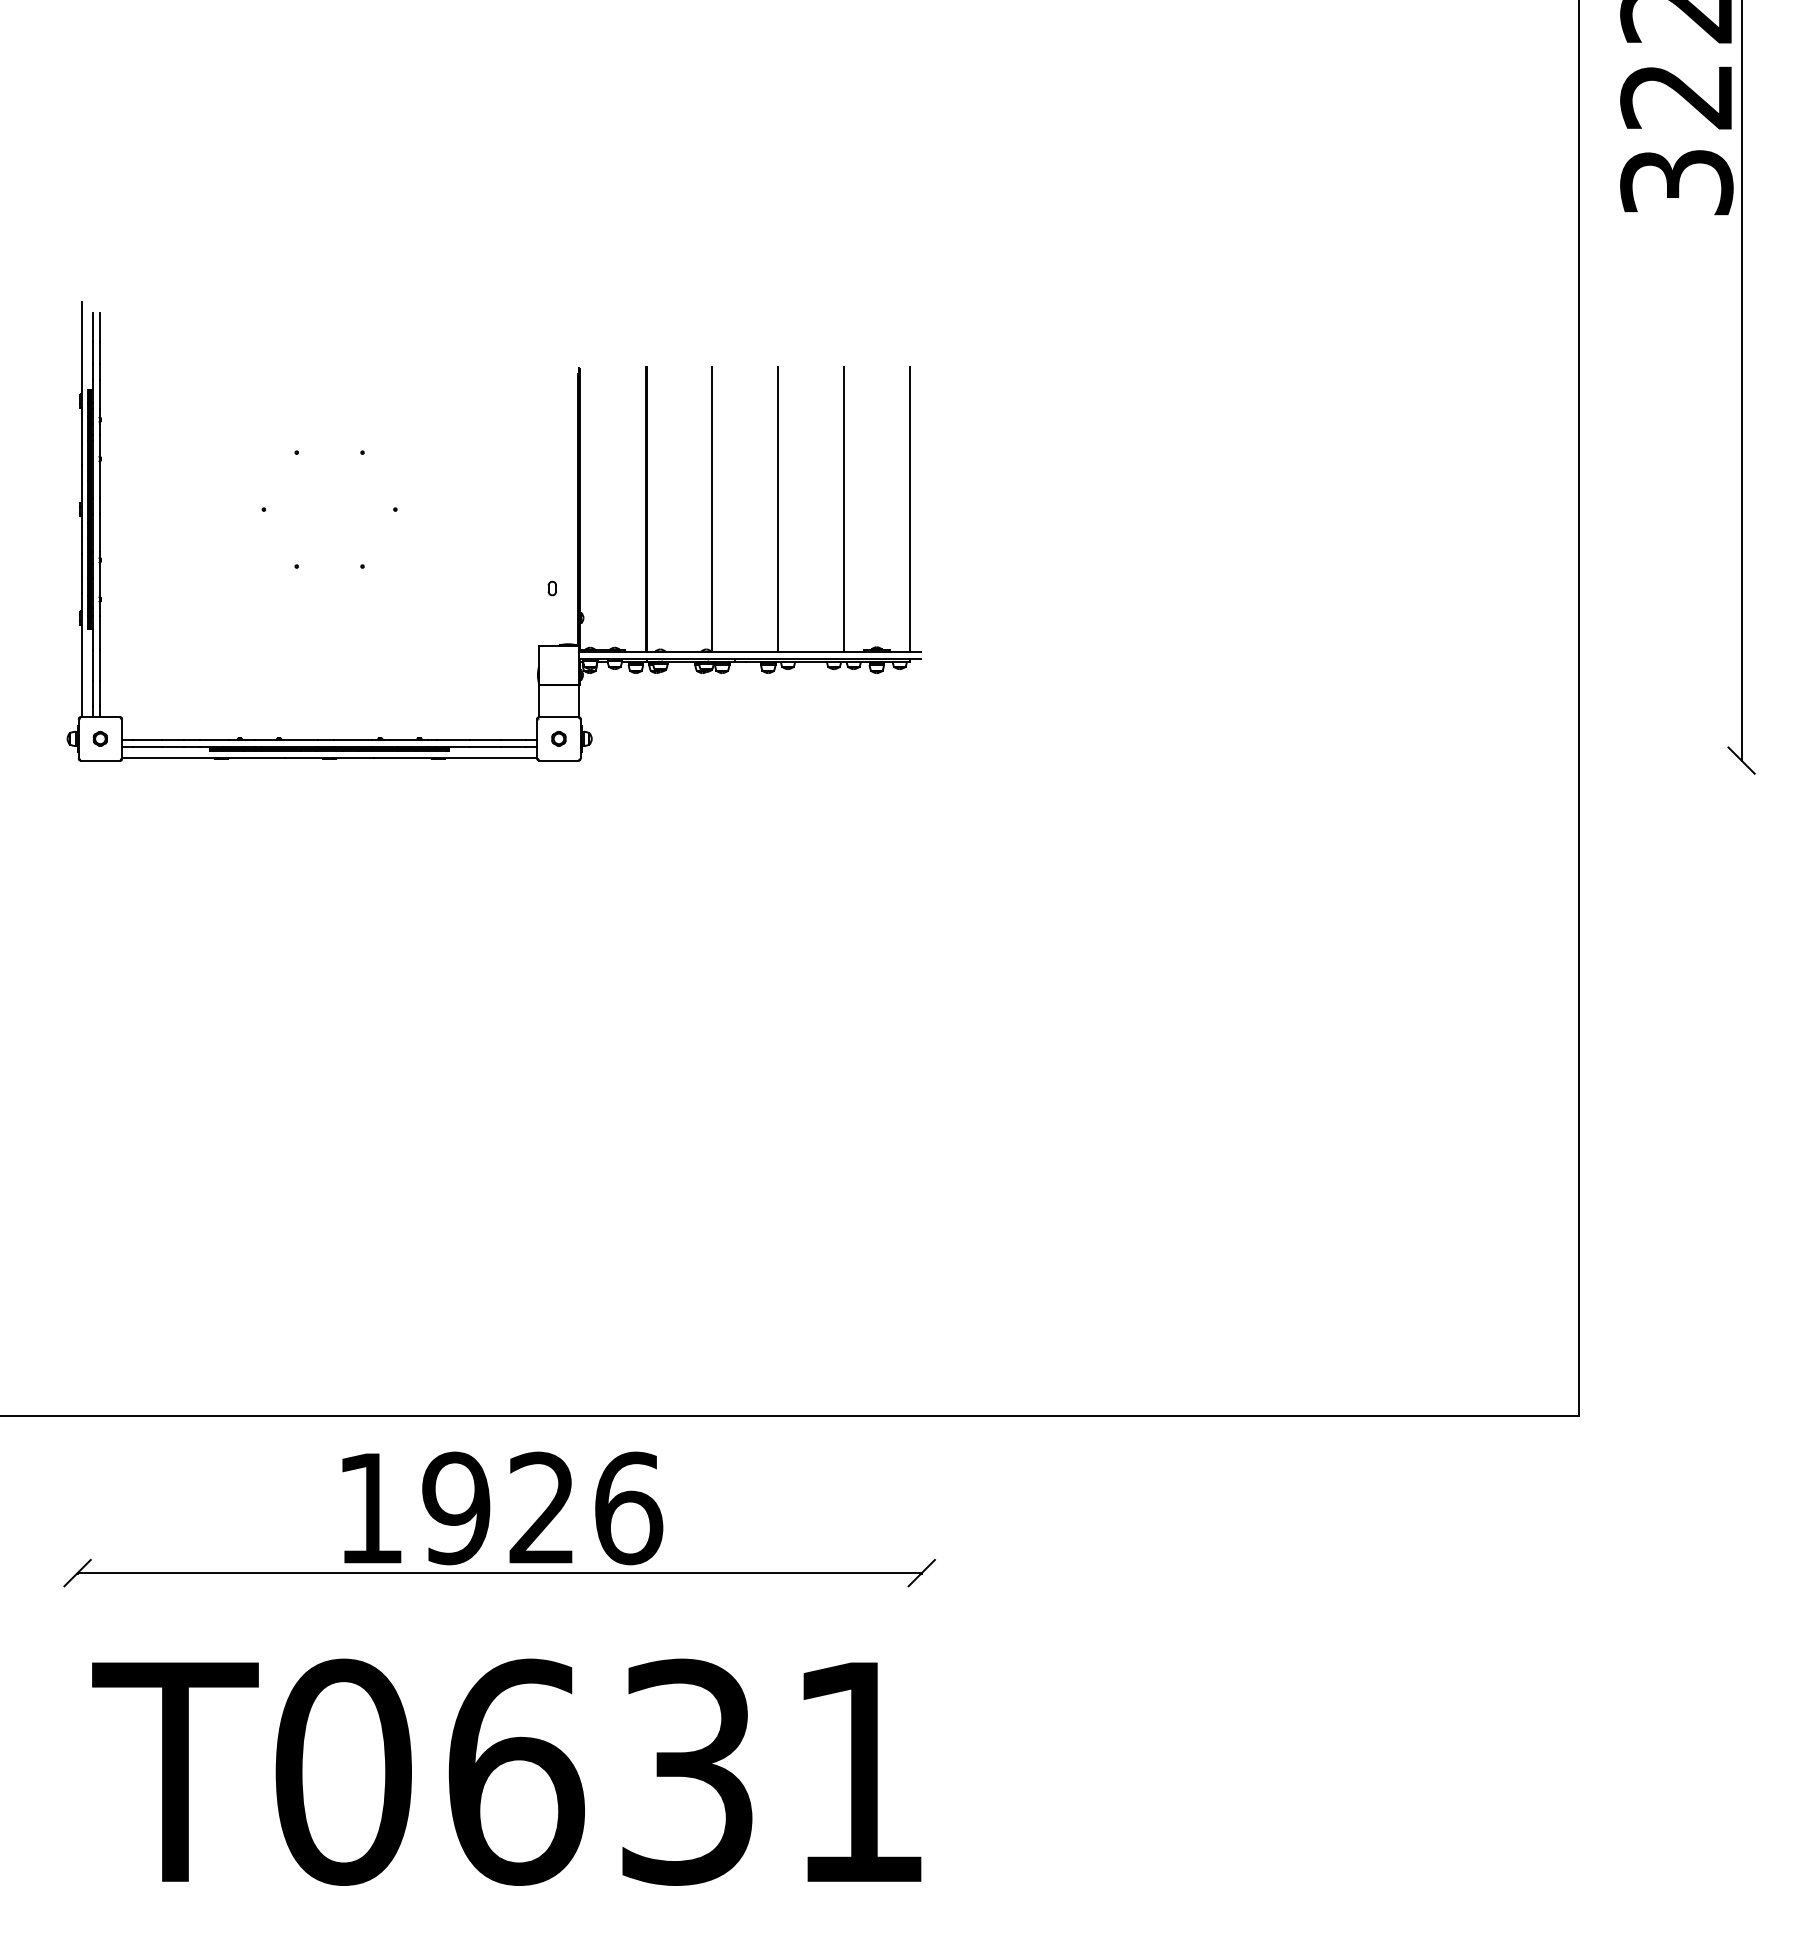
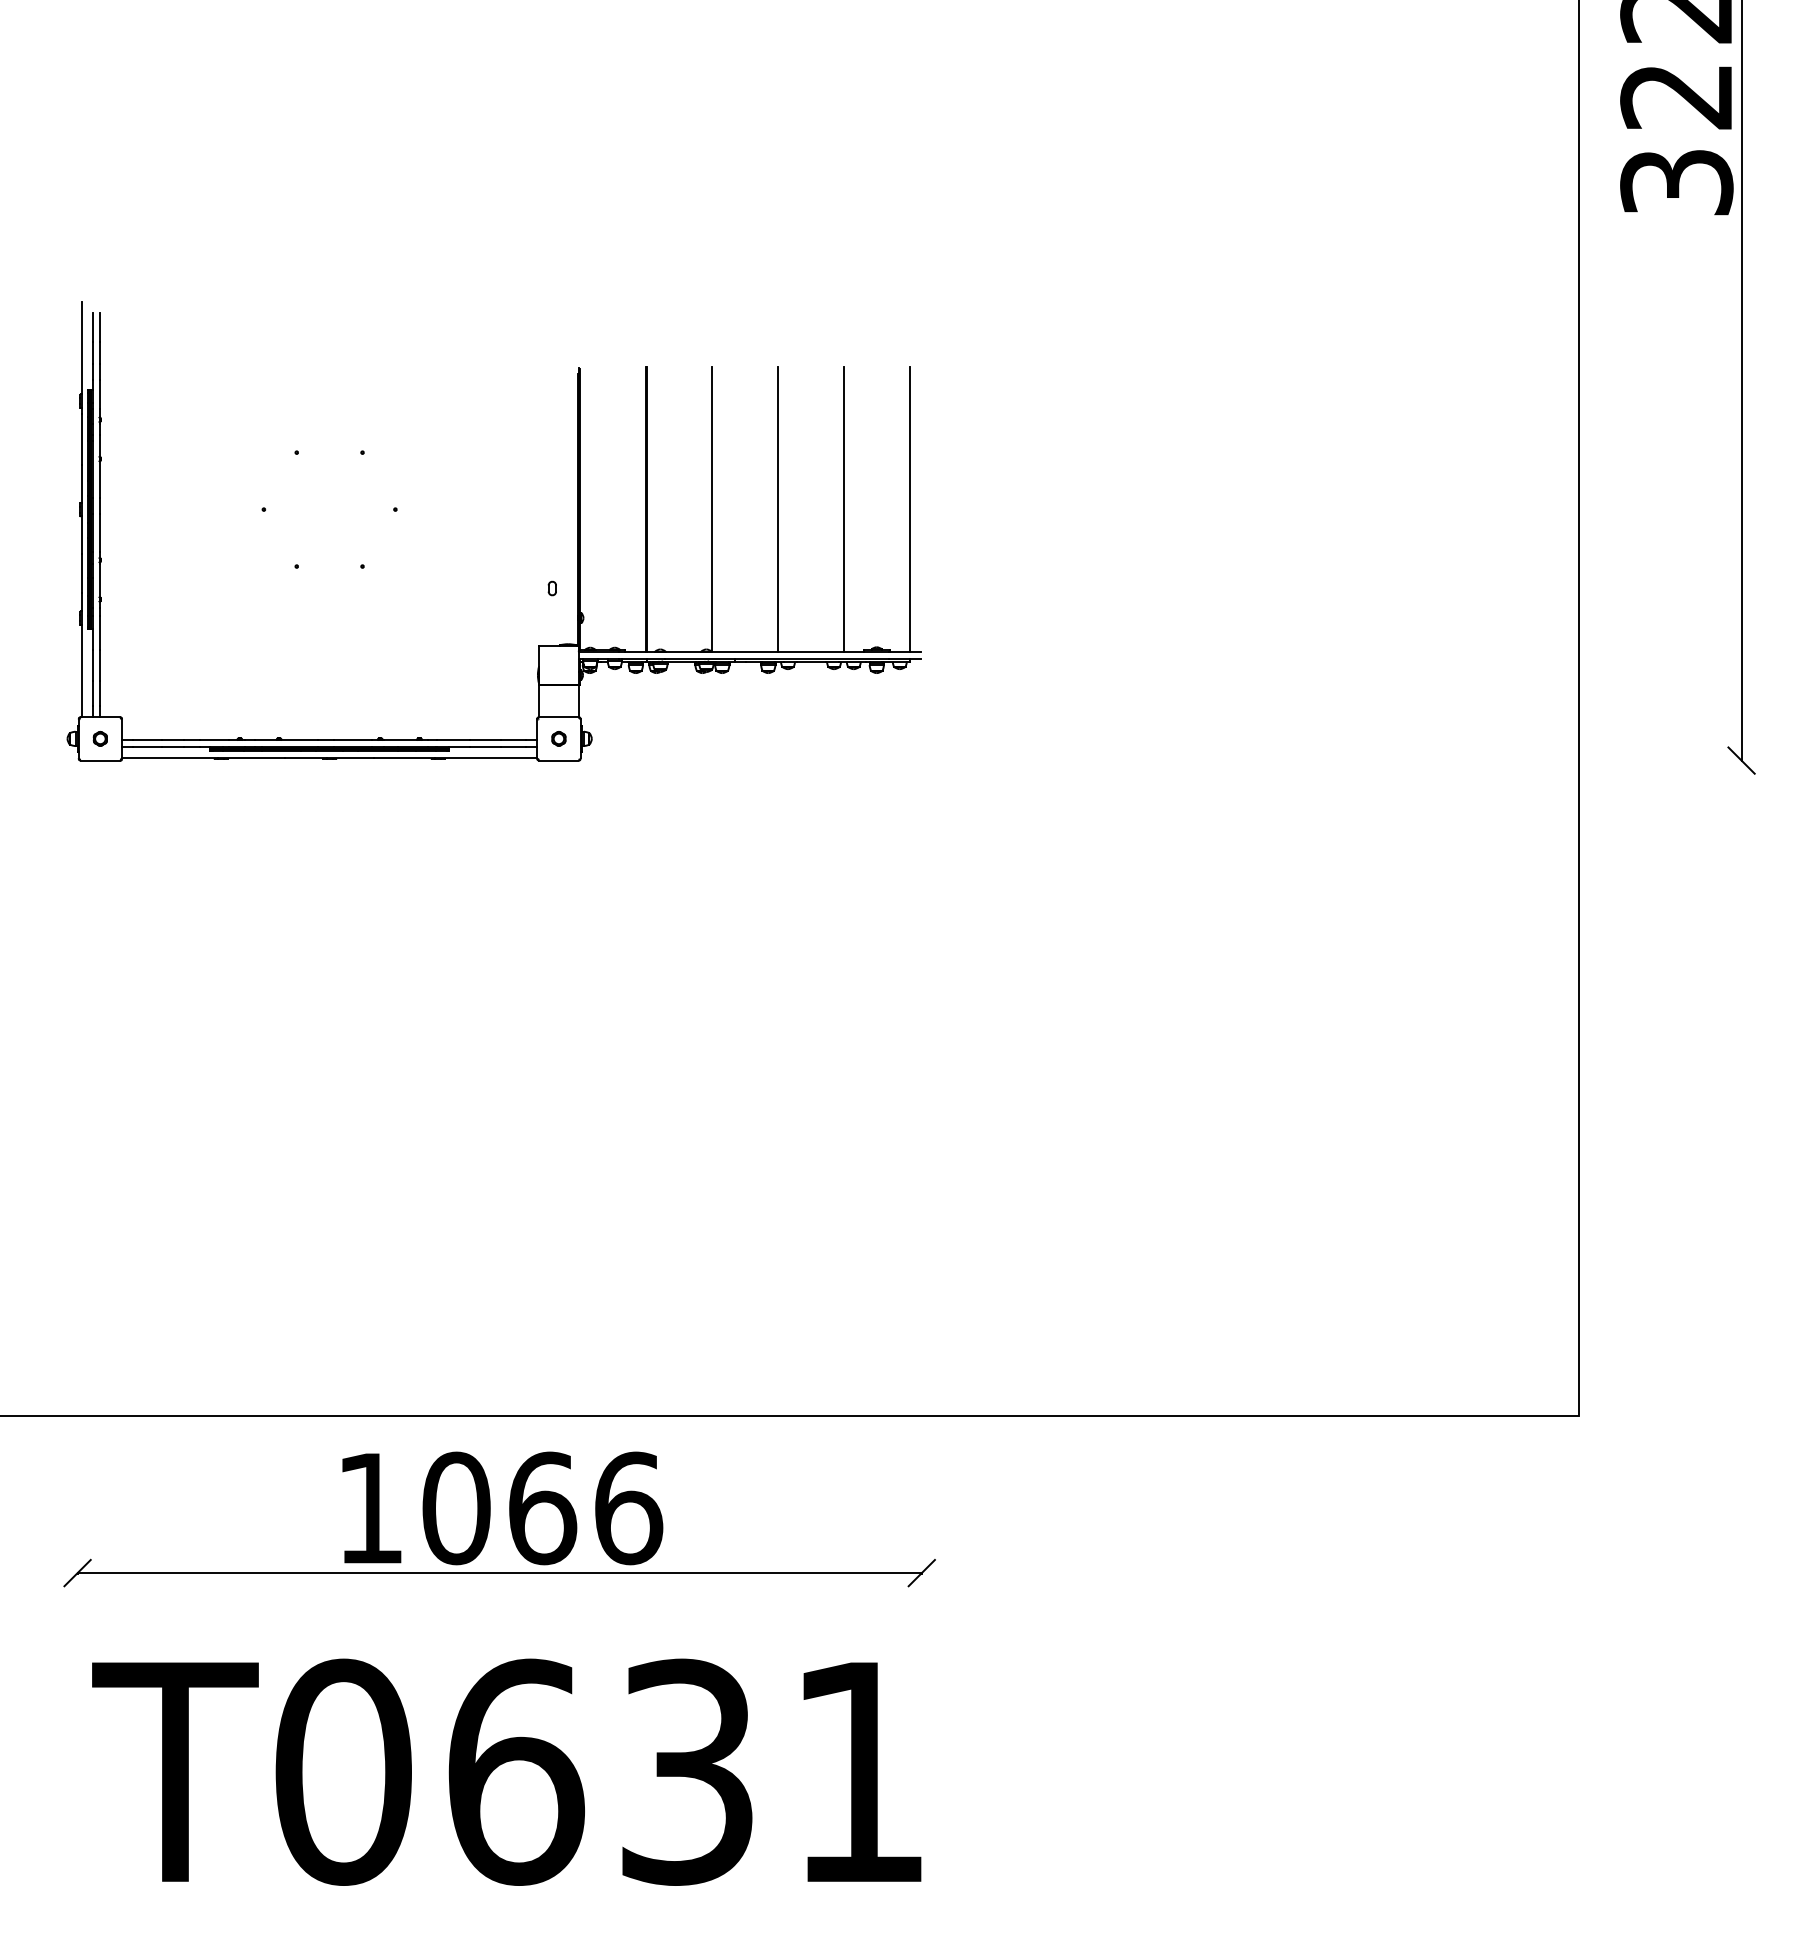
text at (499, 1508): 1926 -> 1066
